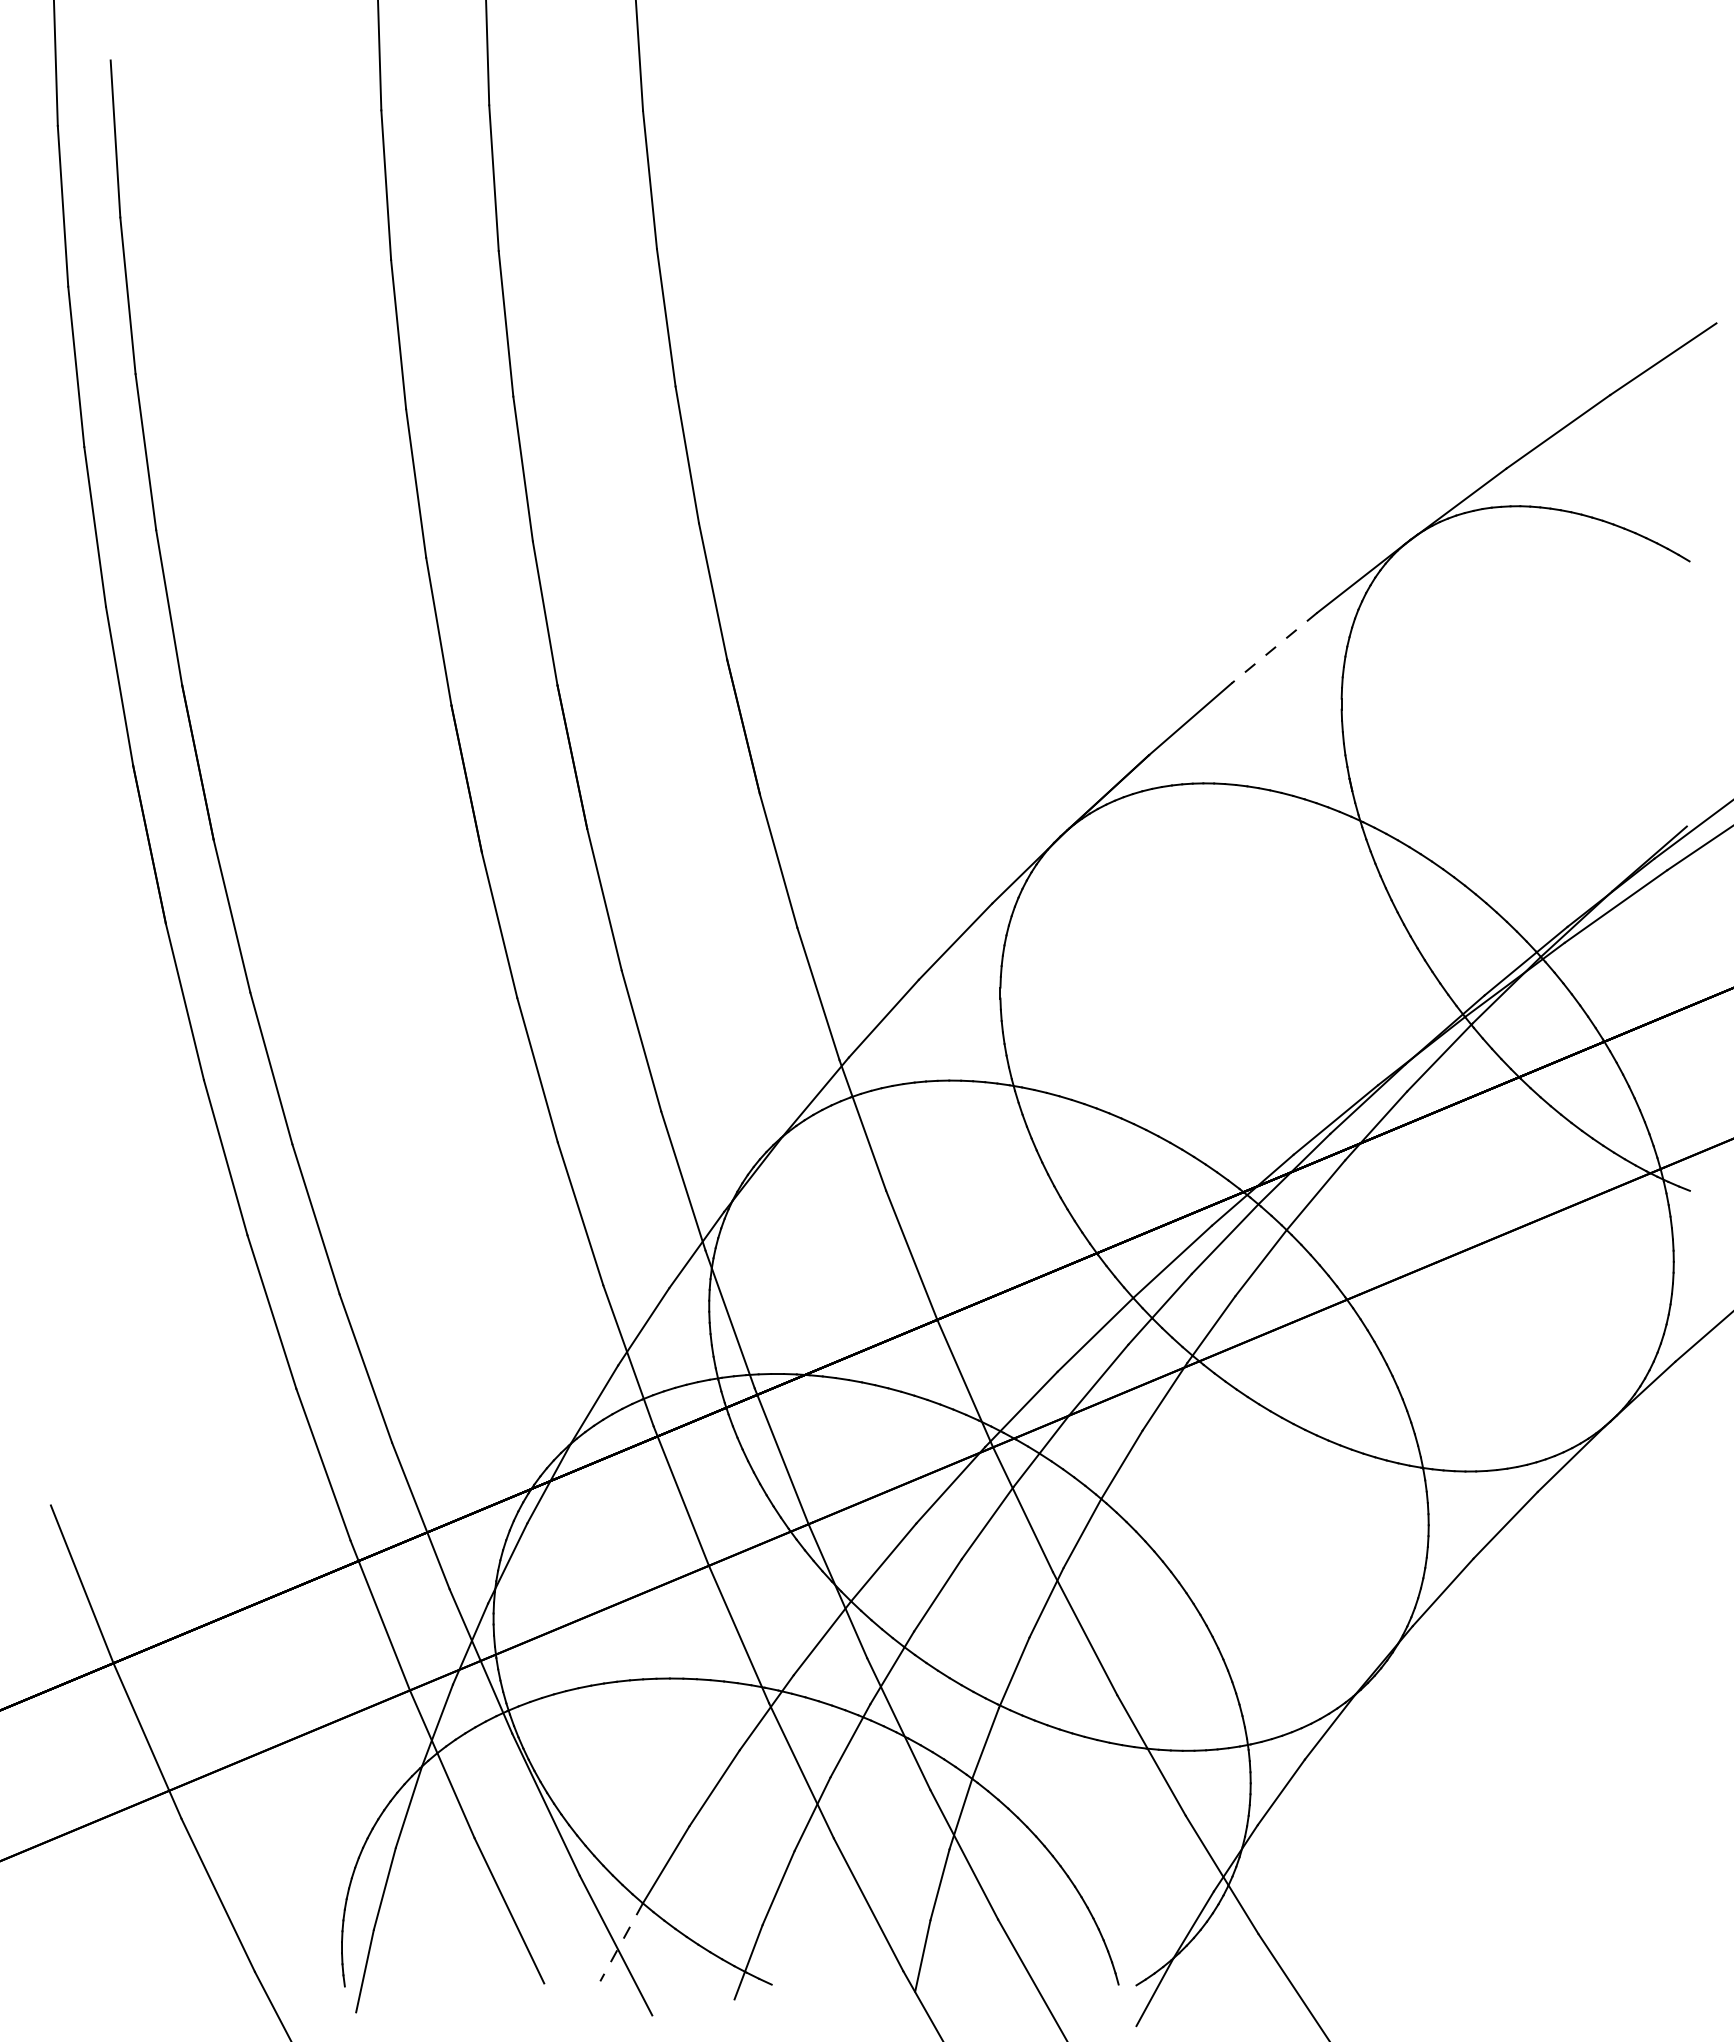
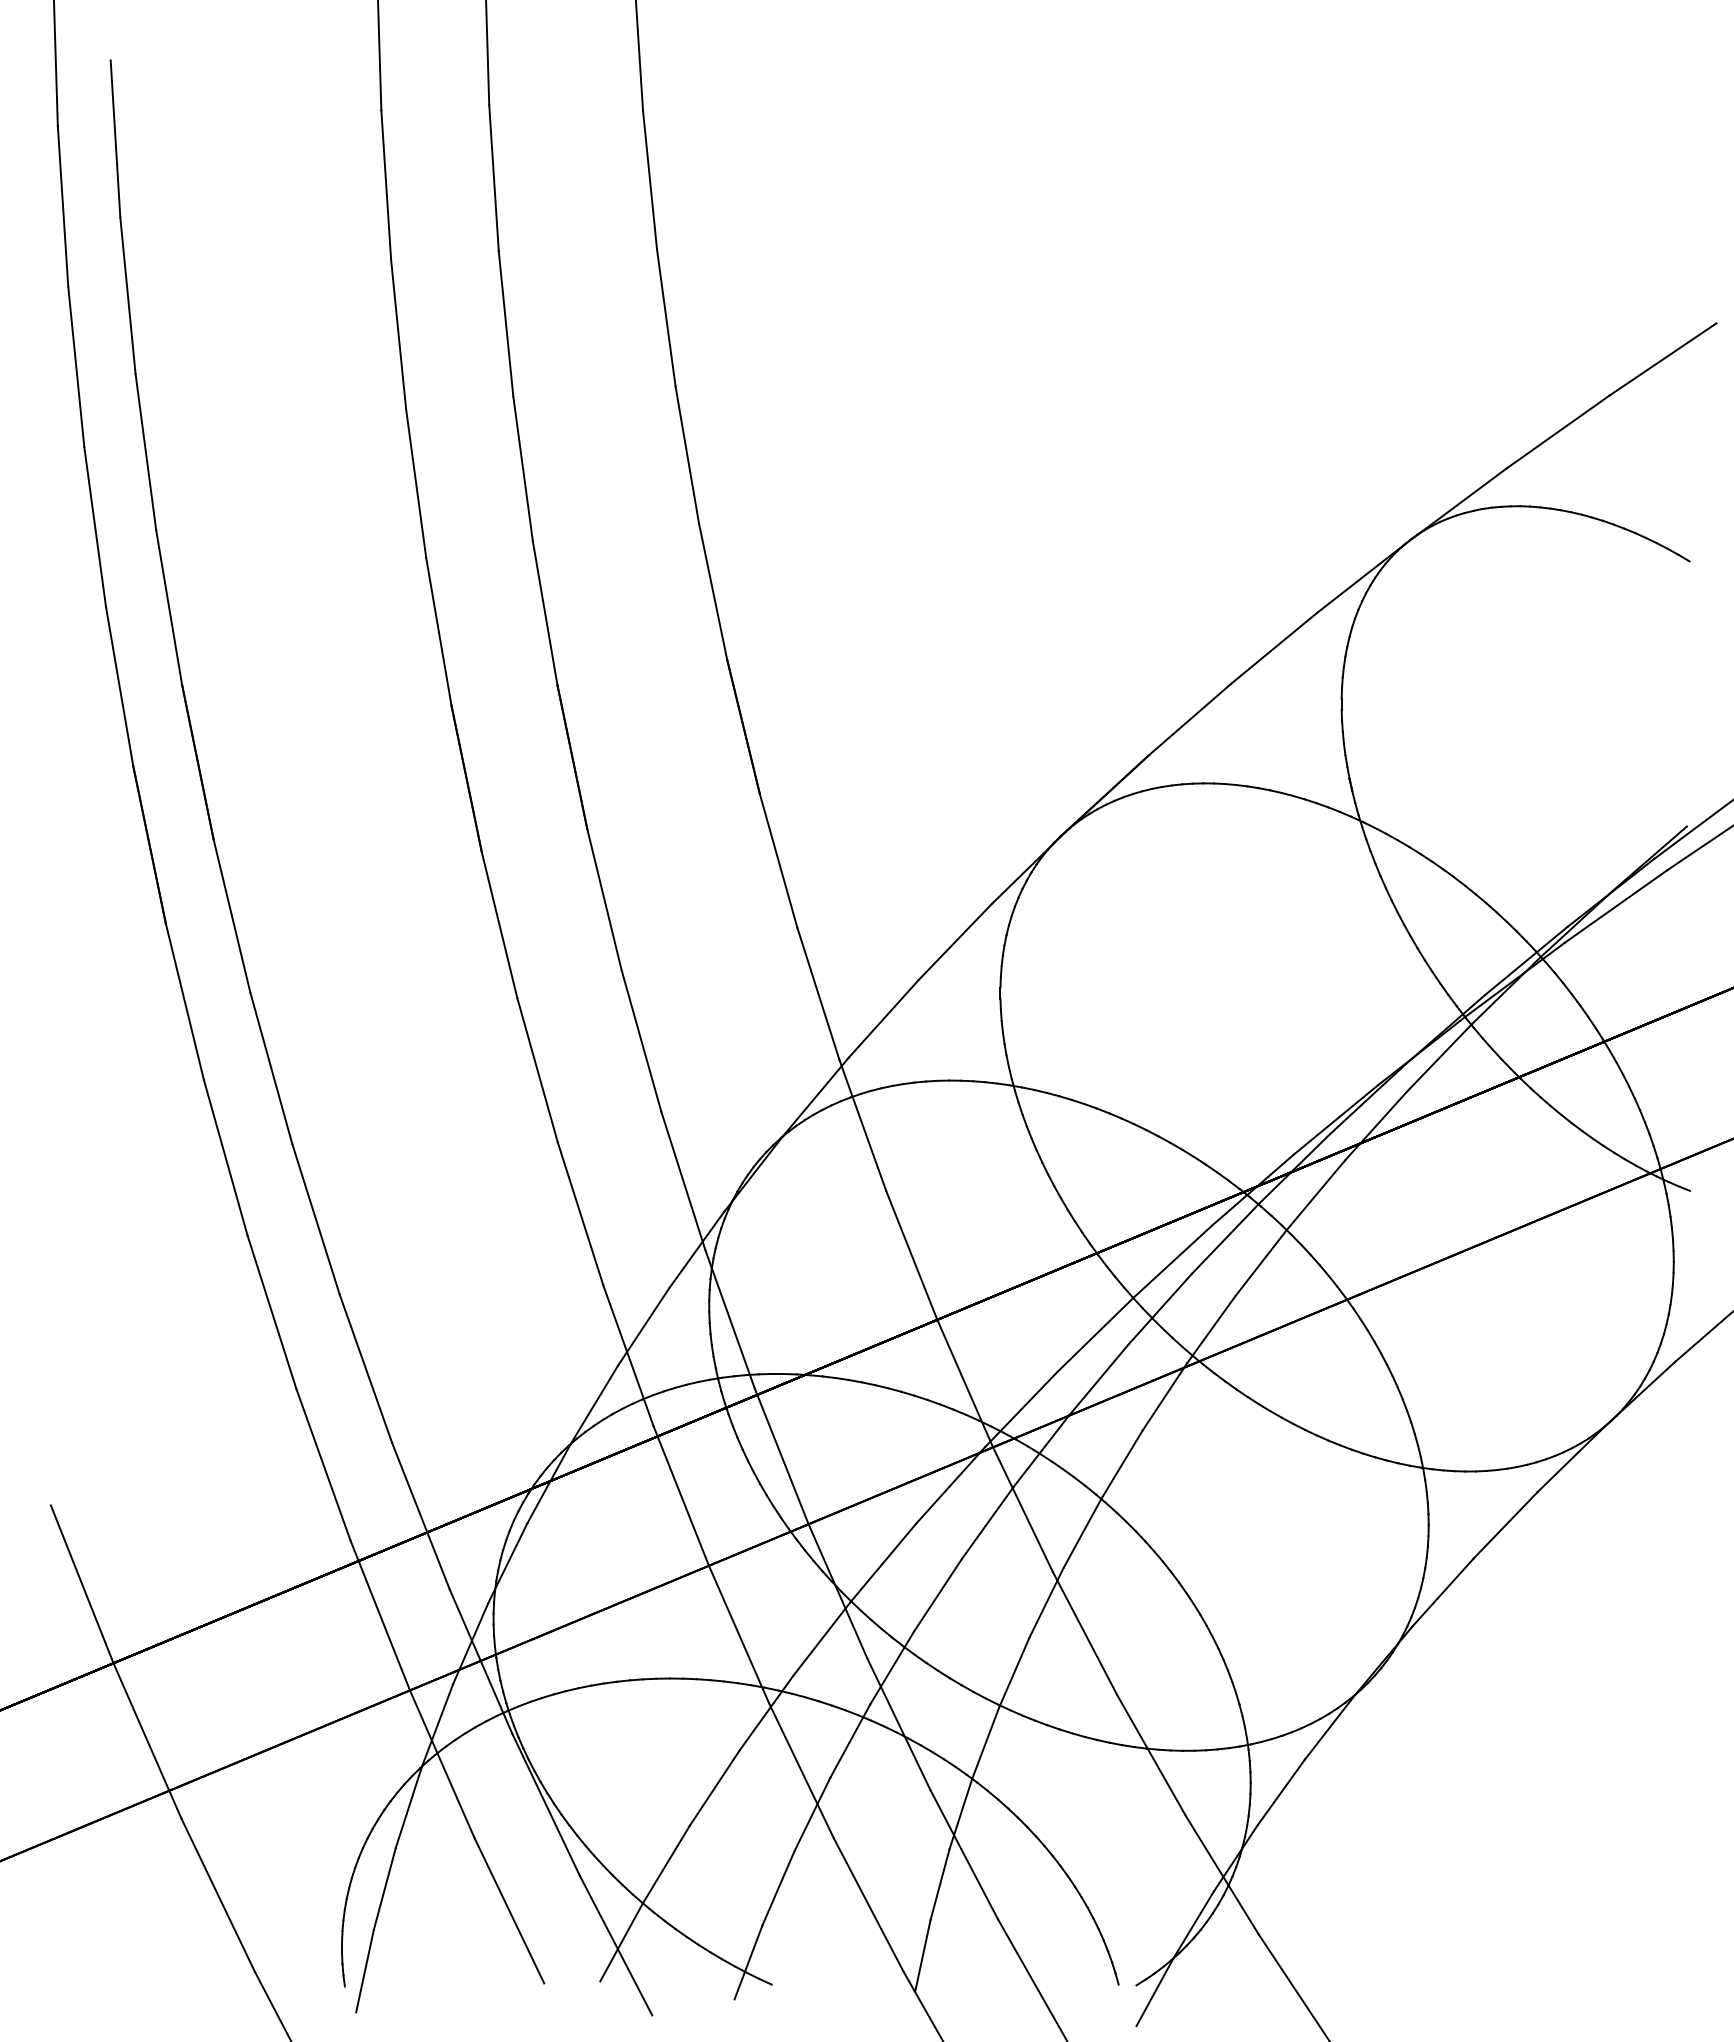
line at (1274, 648): dashed -> solid
line at (621, 1942): dashed -> solid
